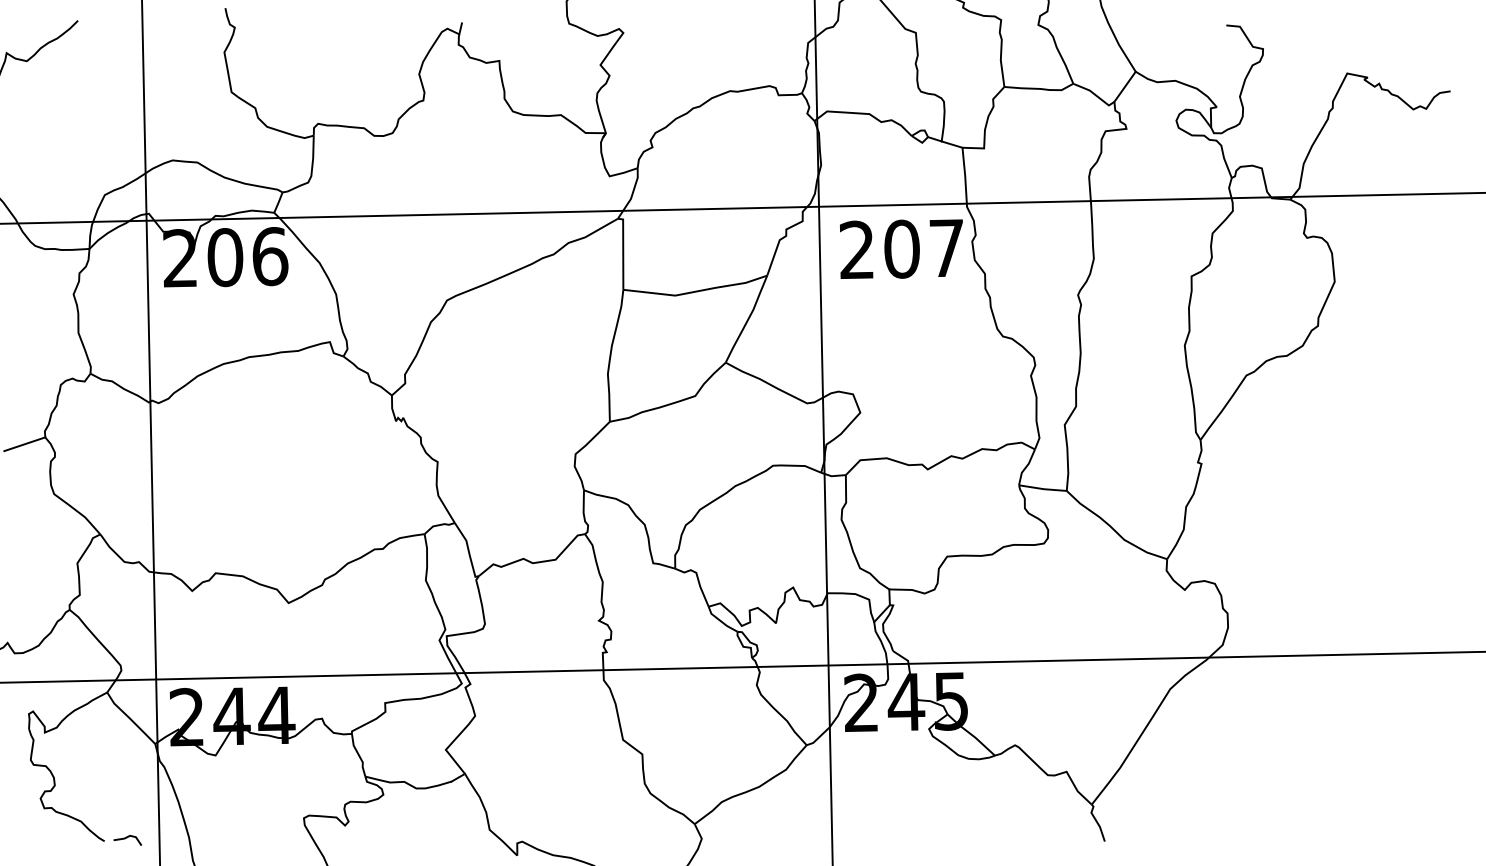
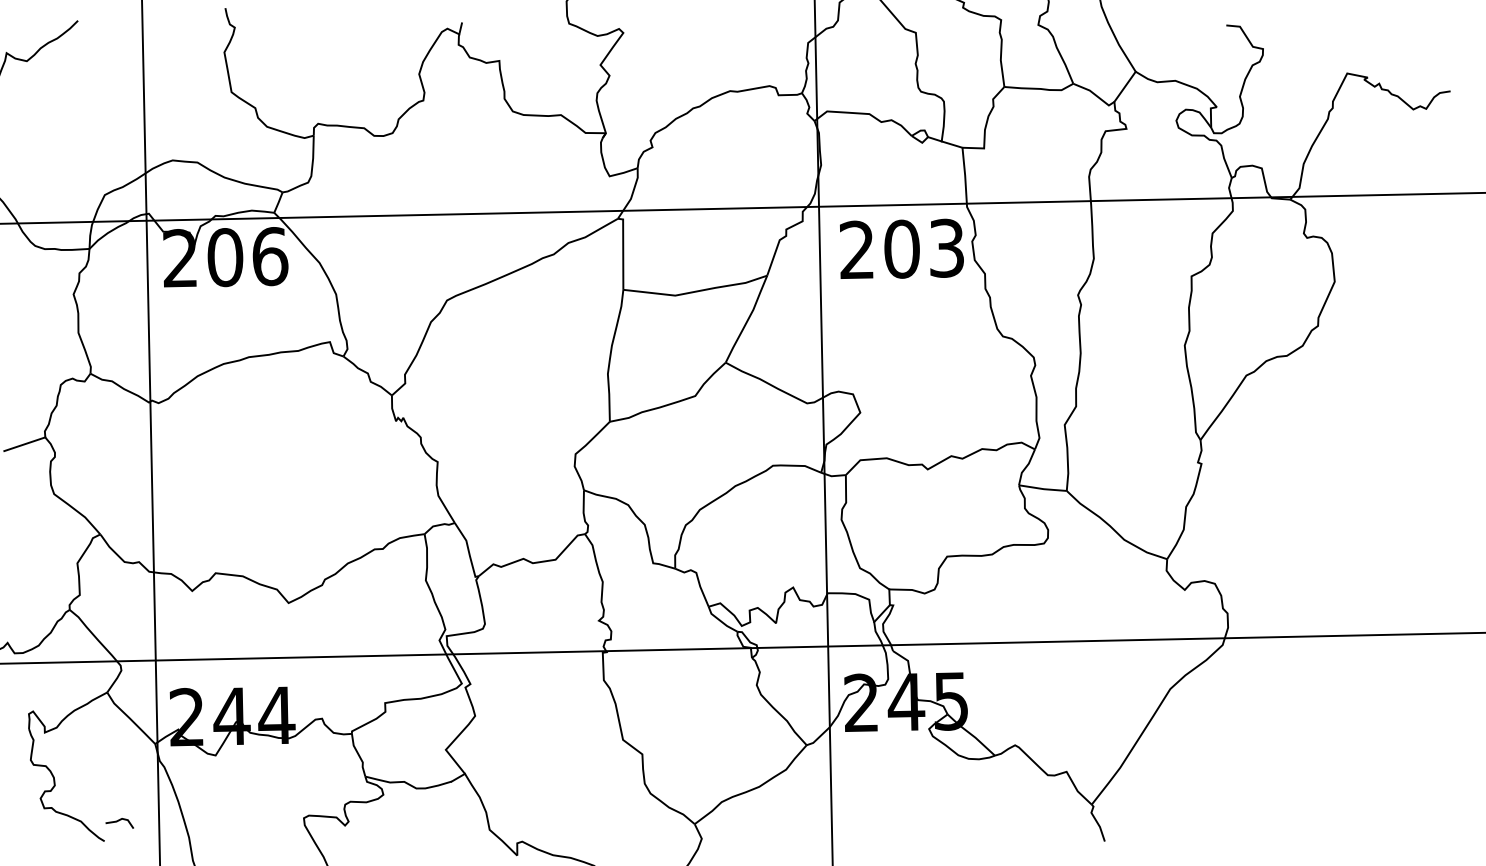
text at (946, 247): 207 -> 203
line at (742, 666) position: (742, 666) -> (742, 647)
line at (127, 838) position: (127, 838) -> (119, 821)
